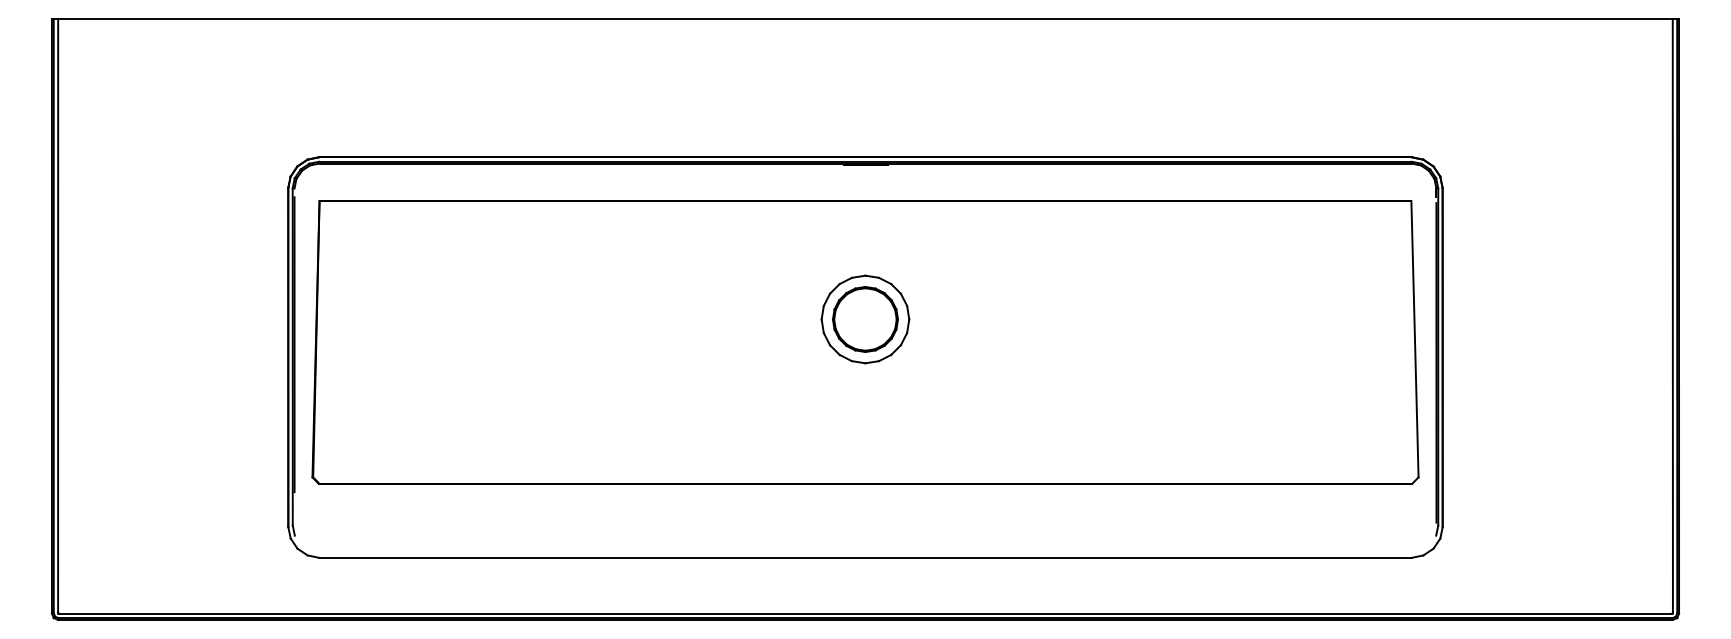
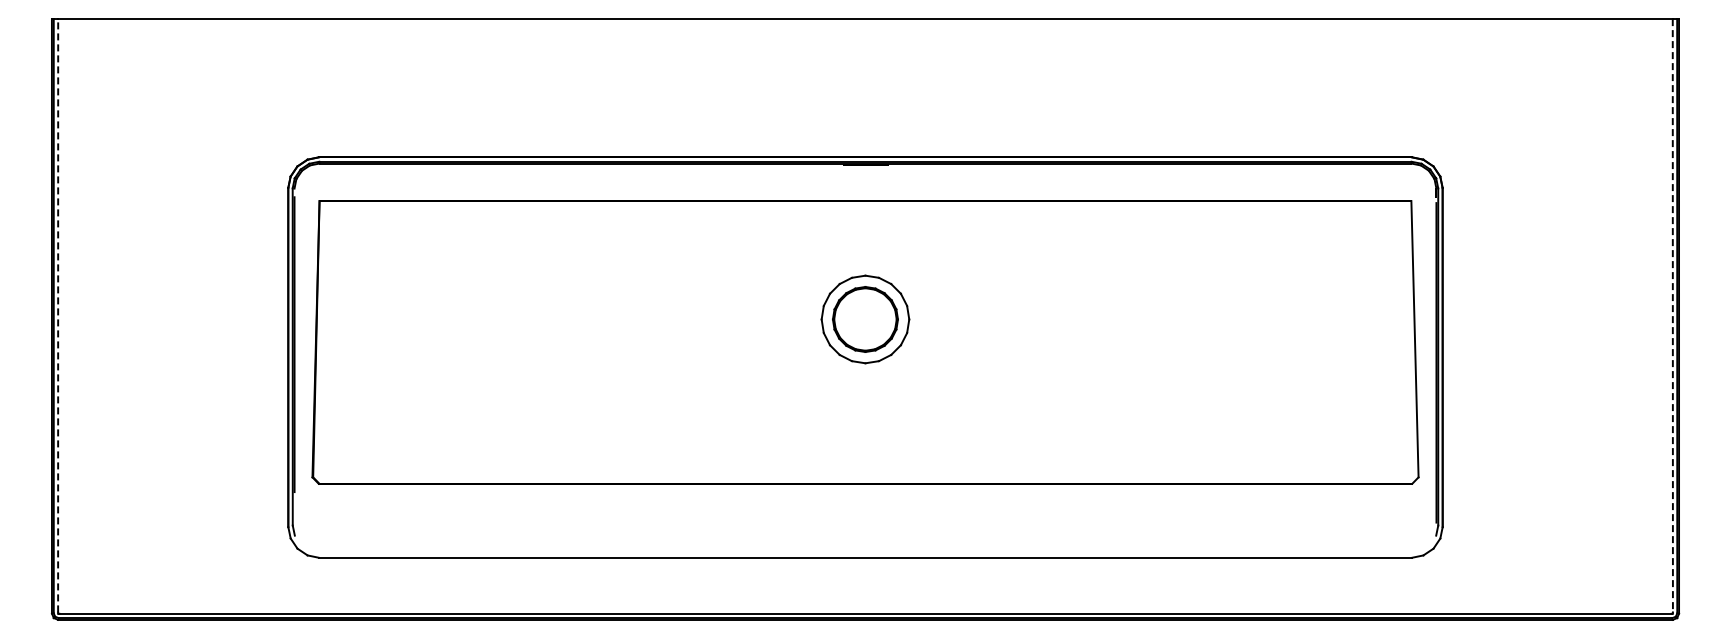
line at (58, 315): solid -> dashed
line at (1672, 315): solid -> dashed
